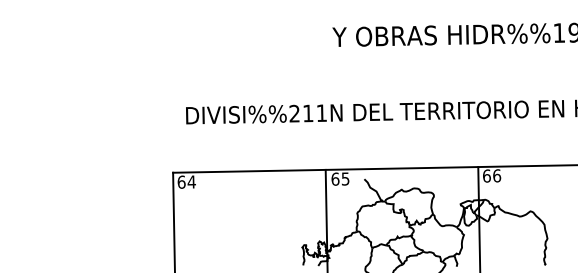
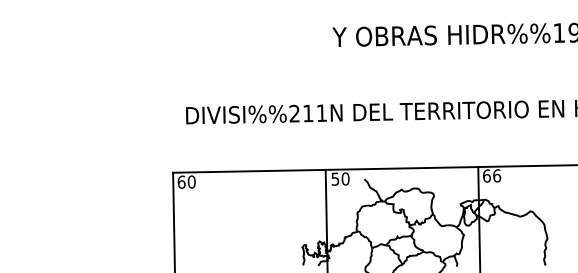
text at (340, 178): 65 -> 50
text at (191, 181): 64 -> 60
